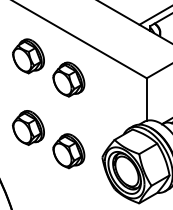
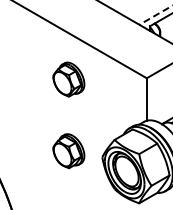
line at (155, 15): solid -> dashed
part at (28, 56): present -> none
part at (28, 127): present -> none
